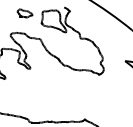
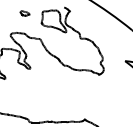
part at (24, 13) size: 18x11 px -> 12x7 px
